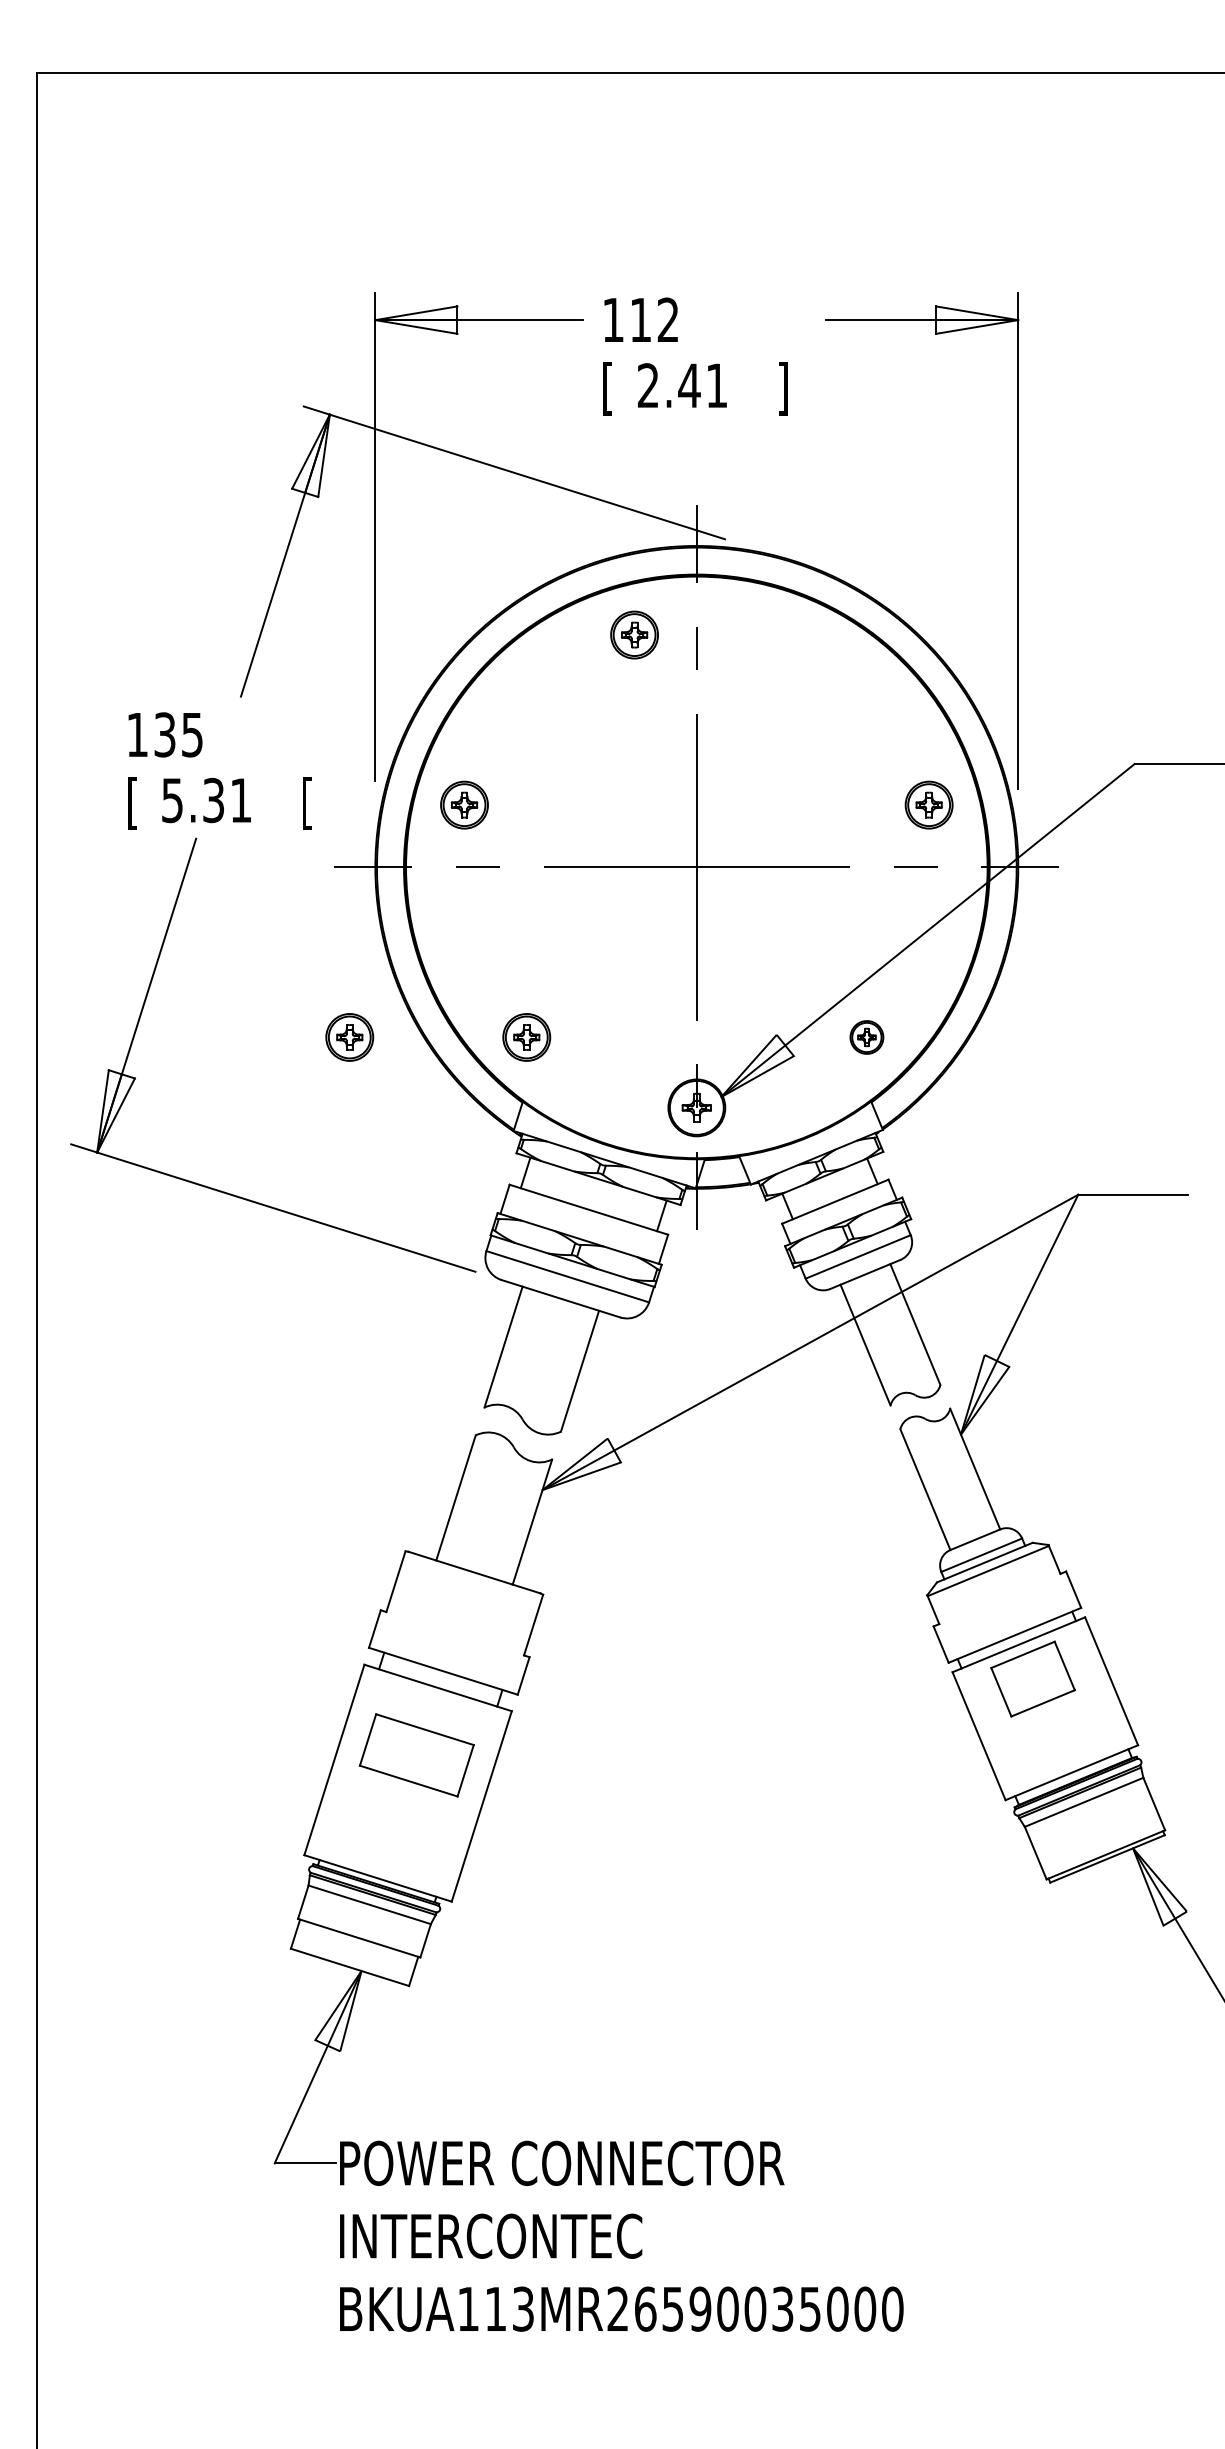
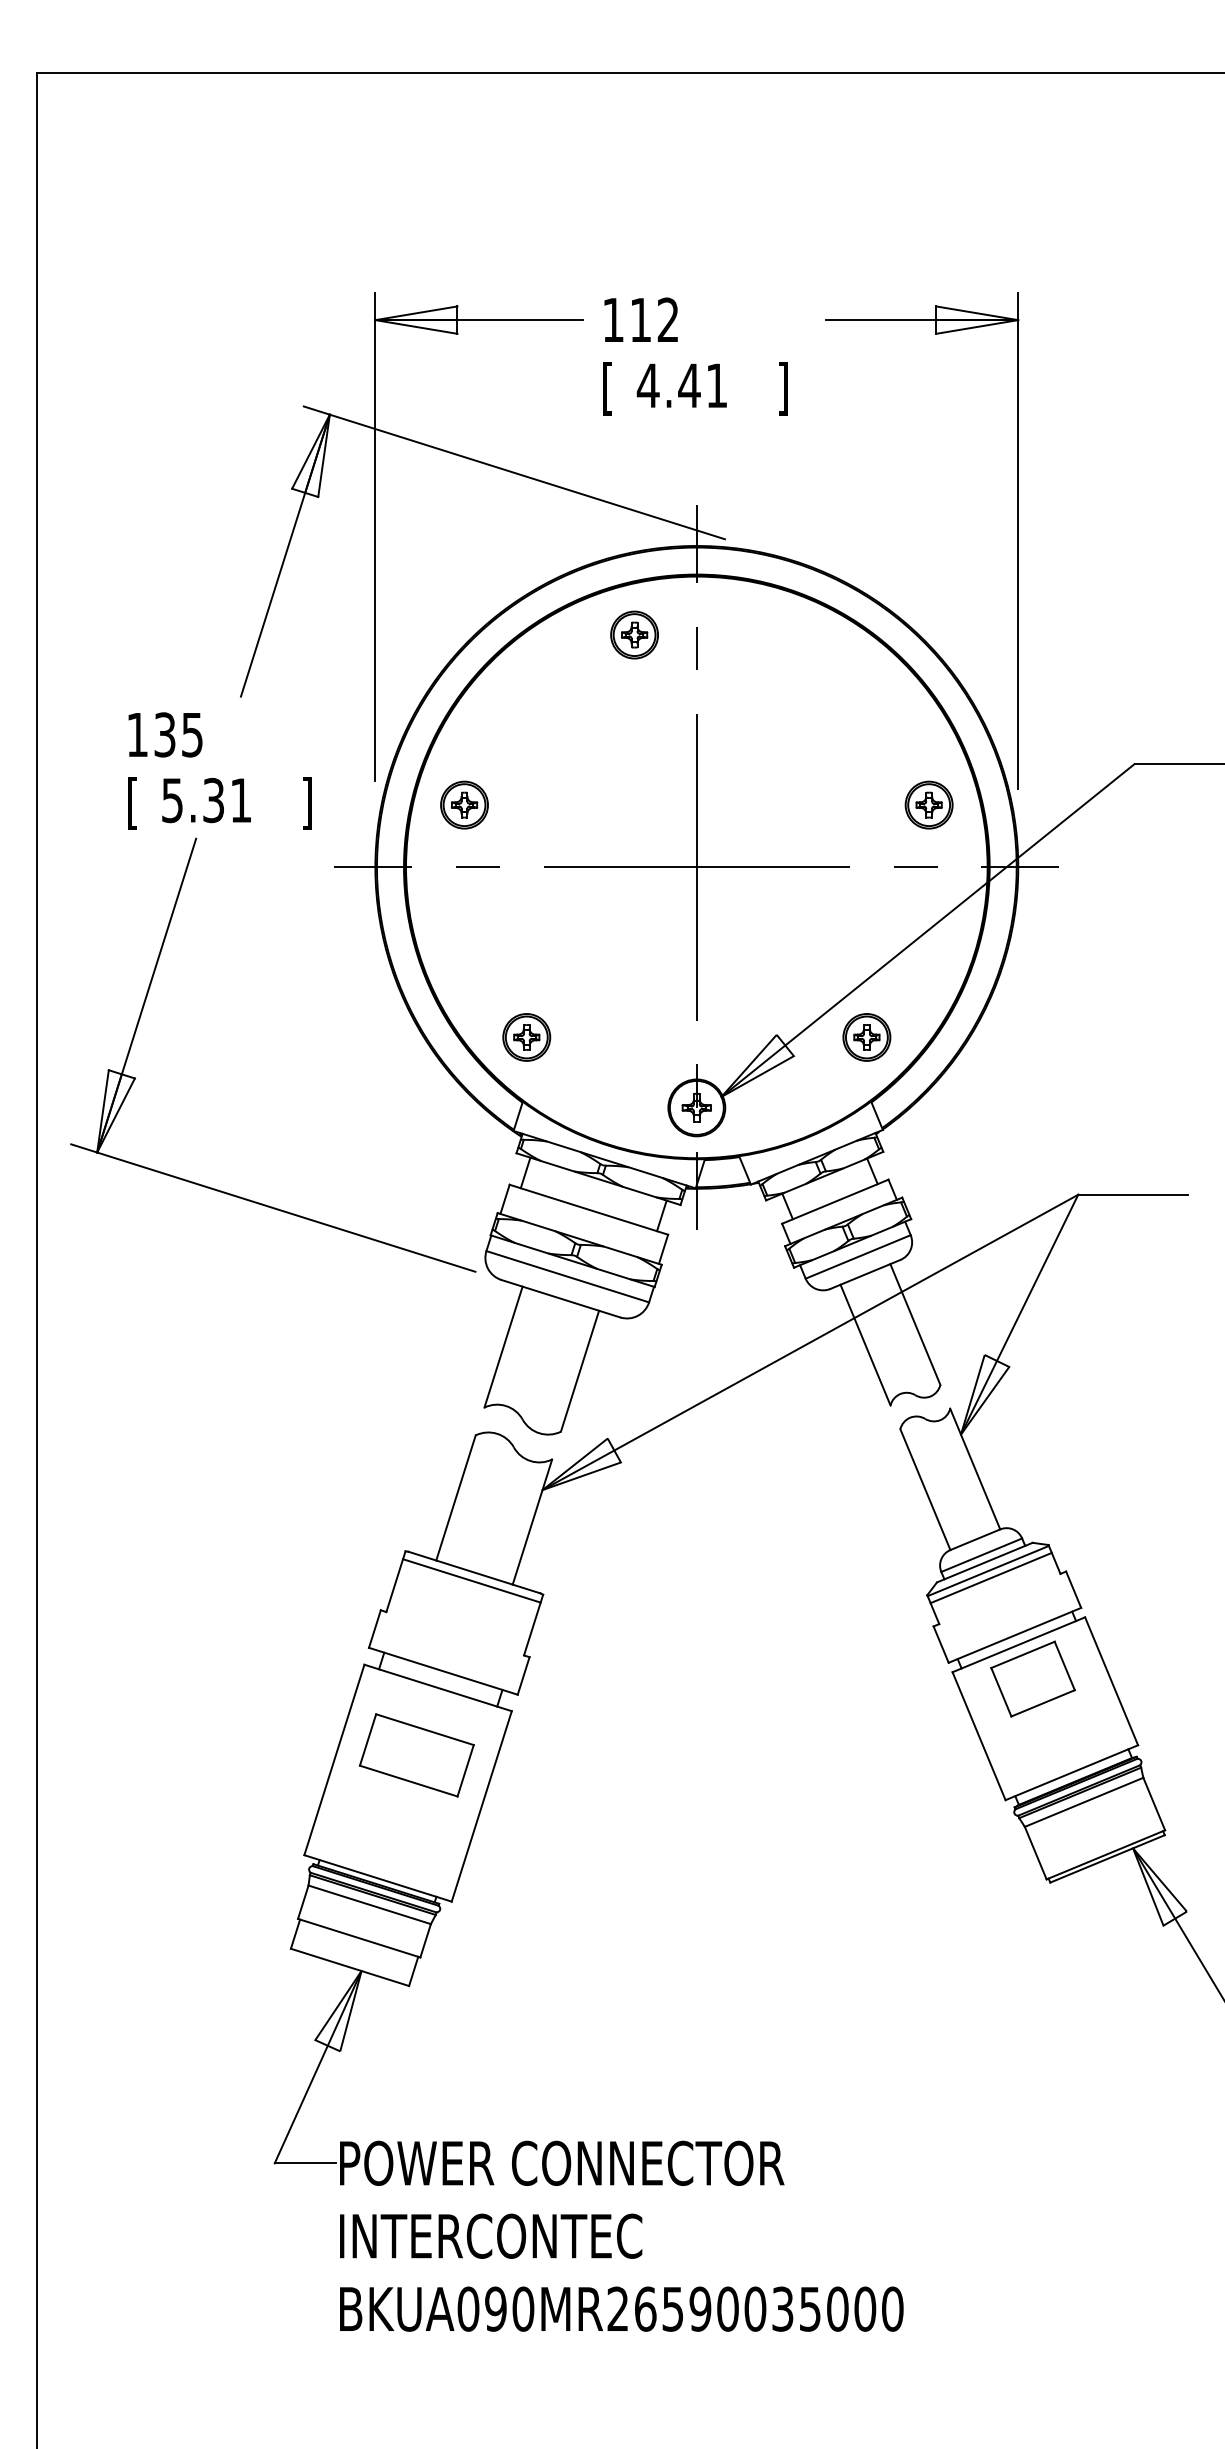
text at (647, 385): 2.41 -> 4.41
text at (307, 803): [ -> ]
part at (349, 1037): present -> none
part at (866, 1037) size: 36x35 px -> 50x49 px
line at (990, 1577): none -> present
line at (471, 1580): none -> present
text at (495, 2308): BKUA113MR26590035000 -> BKUA090MR26590035000
